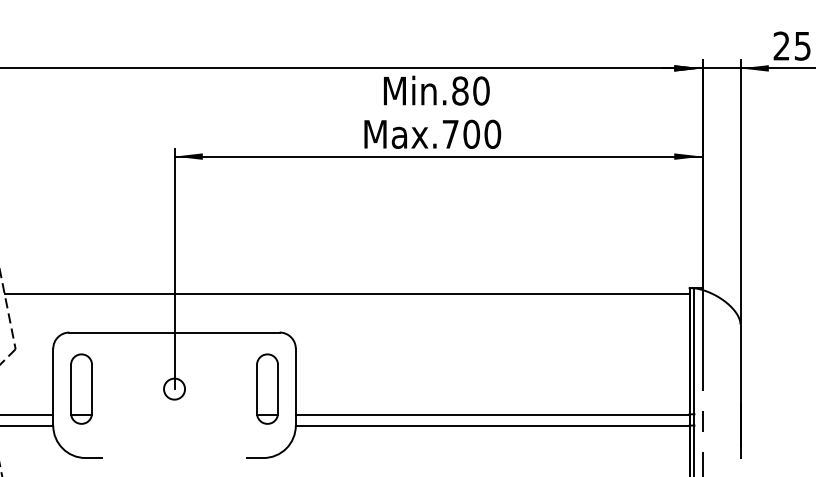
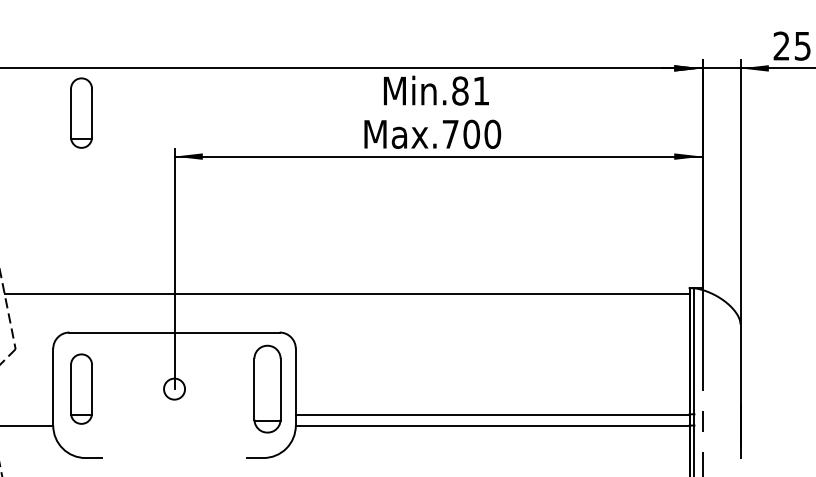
text at (481, 90): Min.80 -> Min.81
part at (81, 112): none -> present
part at (267, 388) size: 23x72 px -> 29x90 px
line at (27, 414): present -> none
